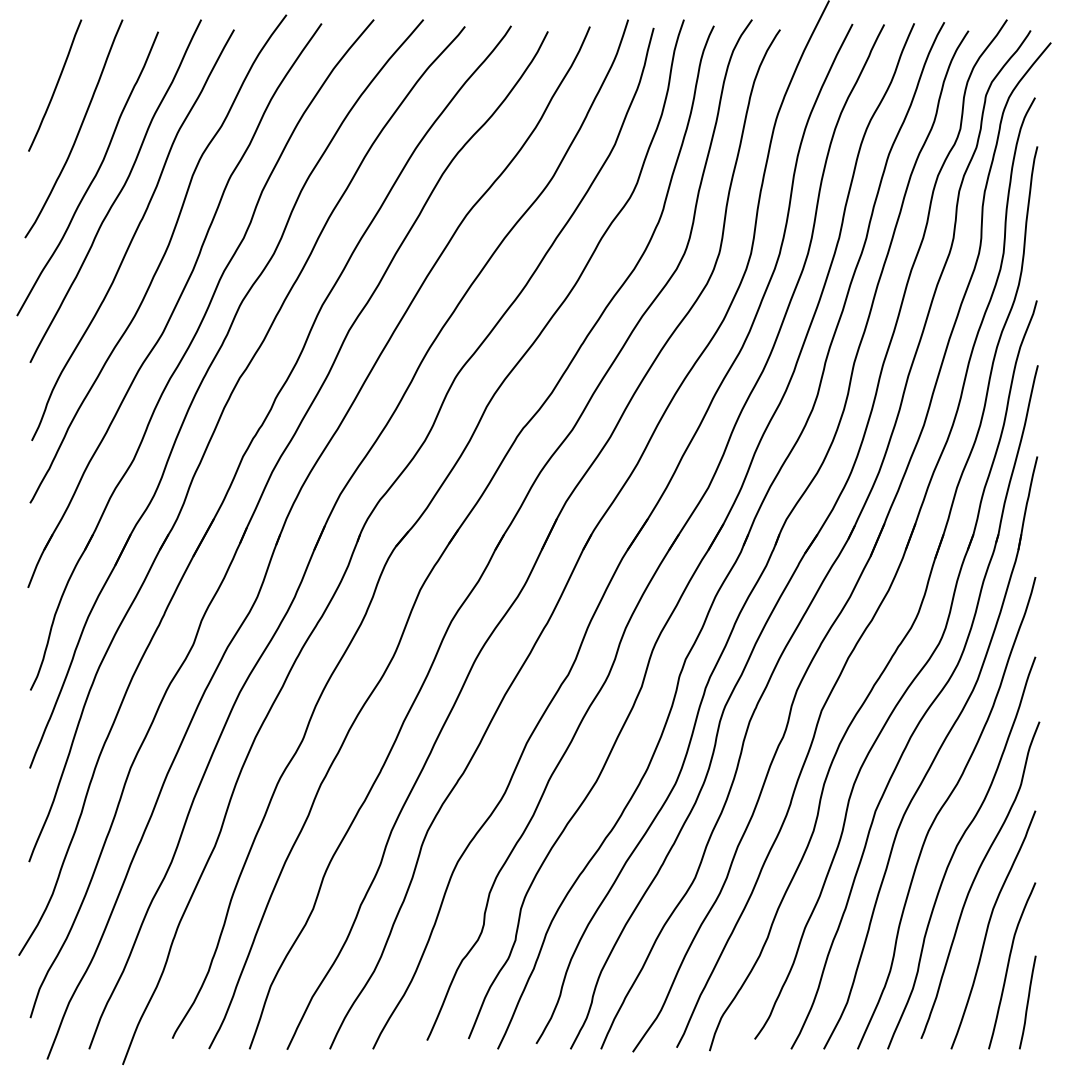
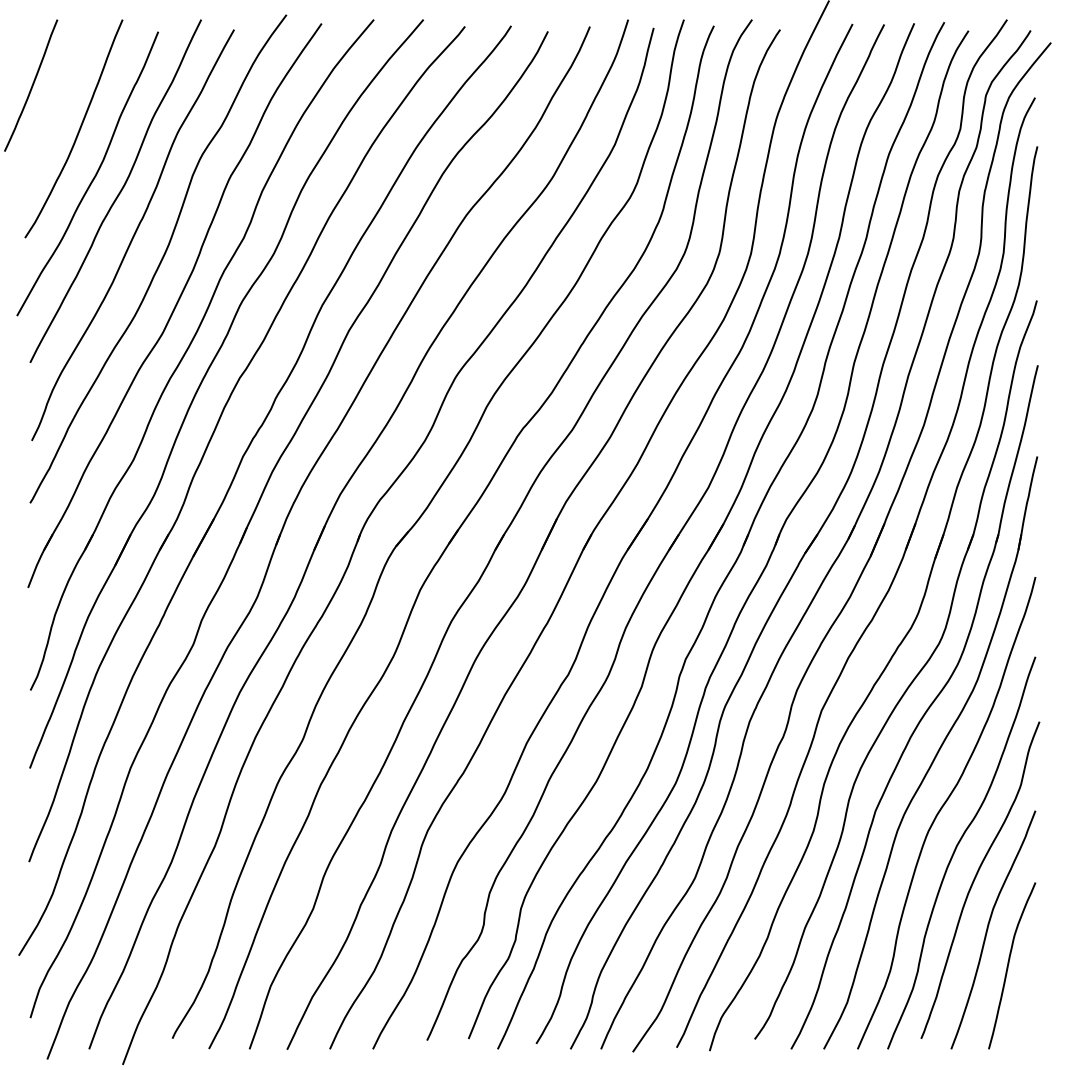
curve at (55, 85) position: (55, 85) -> (31, 85)
curve at (1027, 1002): present -> none
